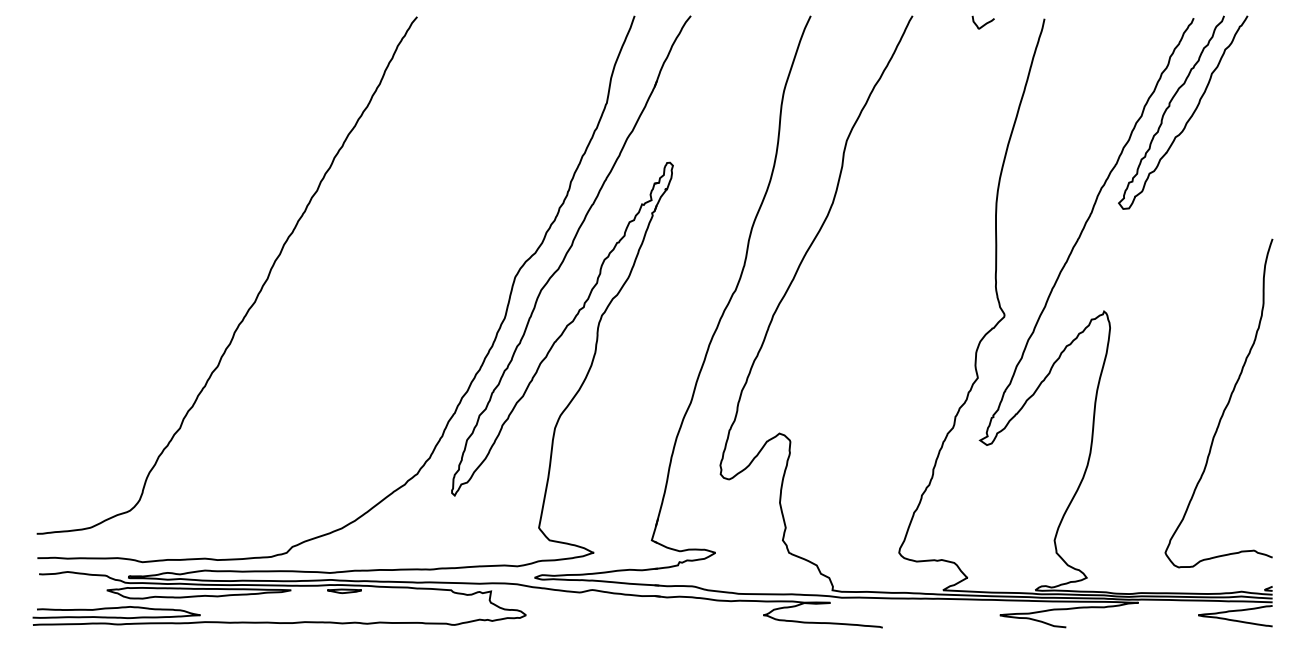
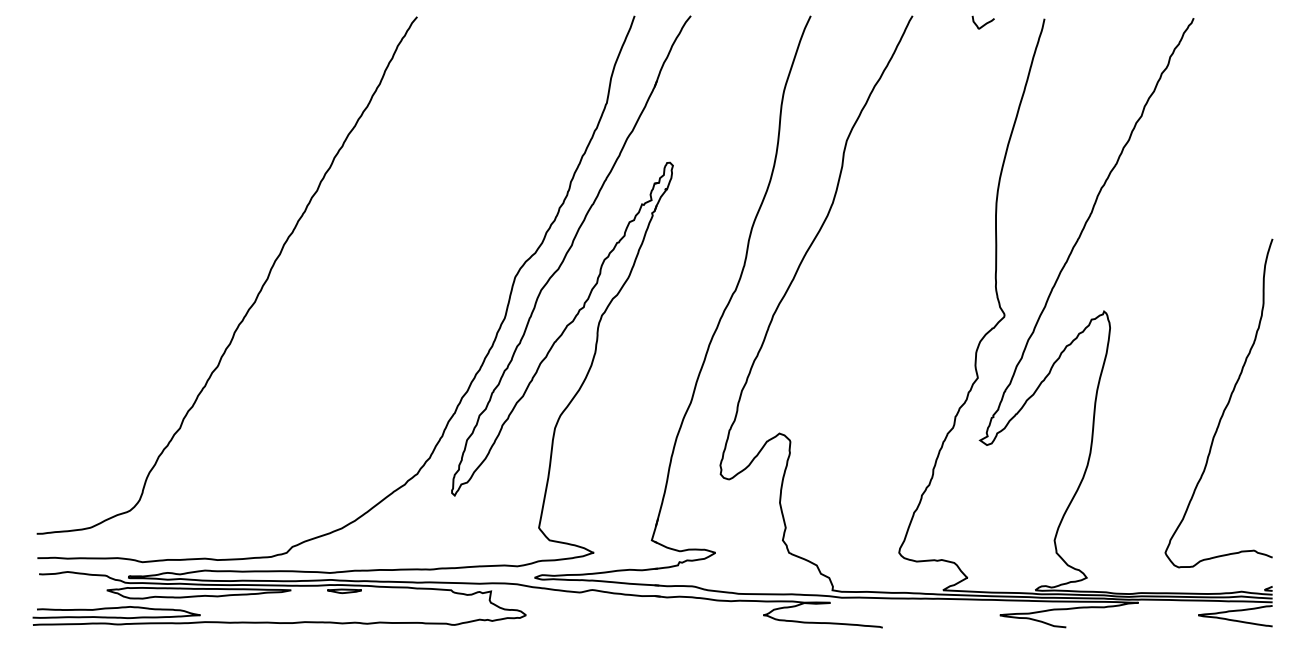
curve at (1189, 117): present -> none
